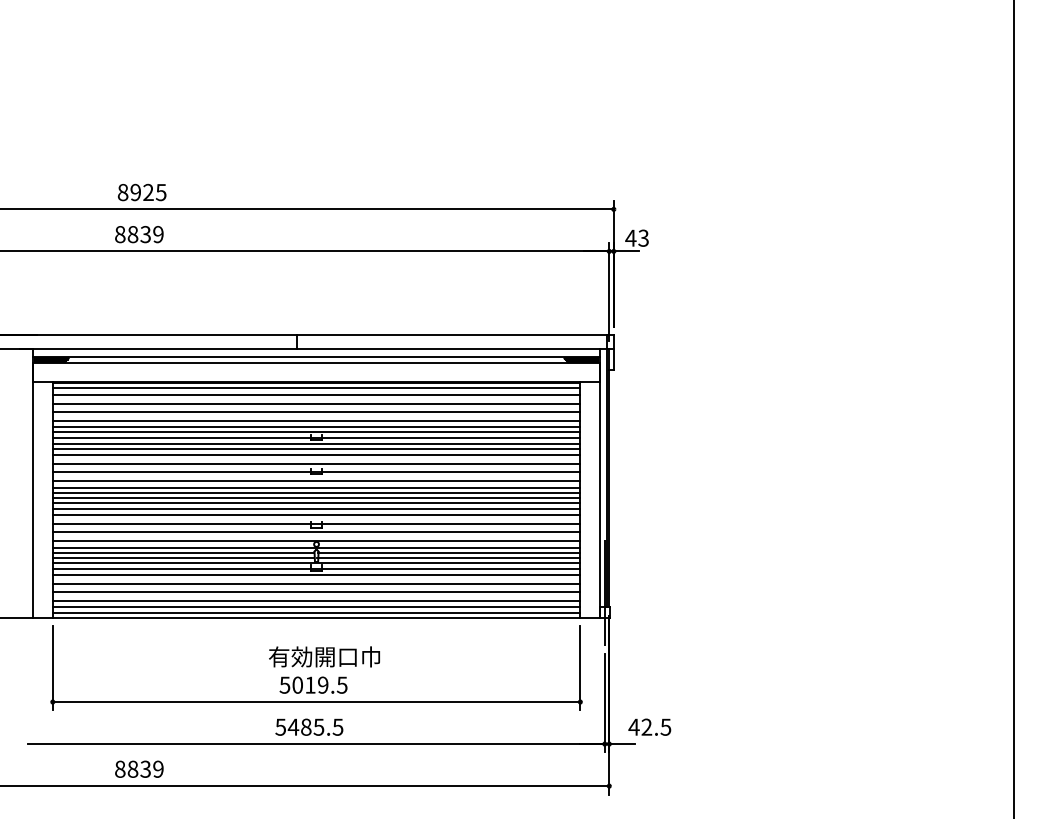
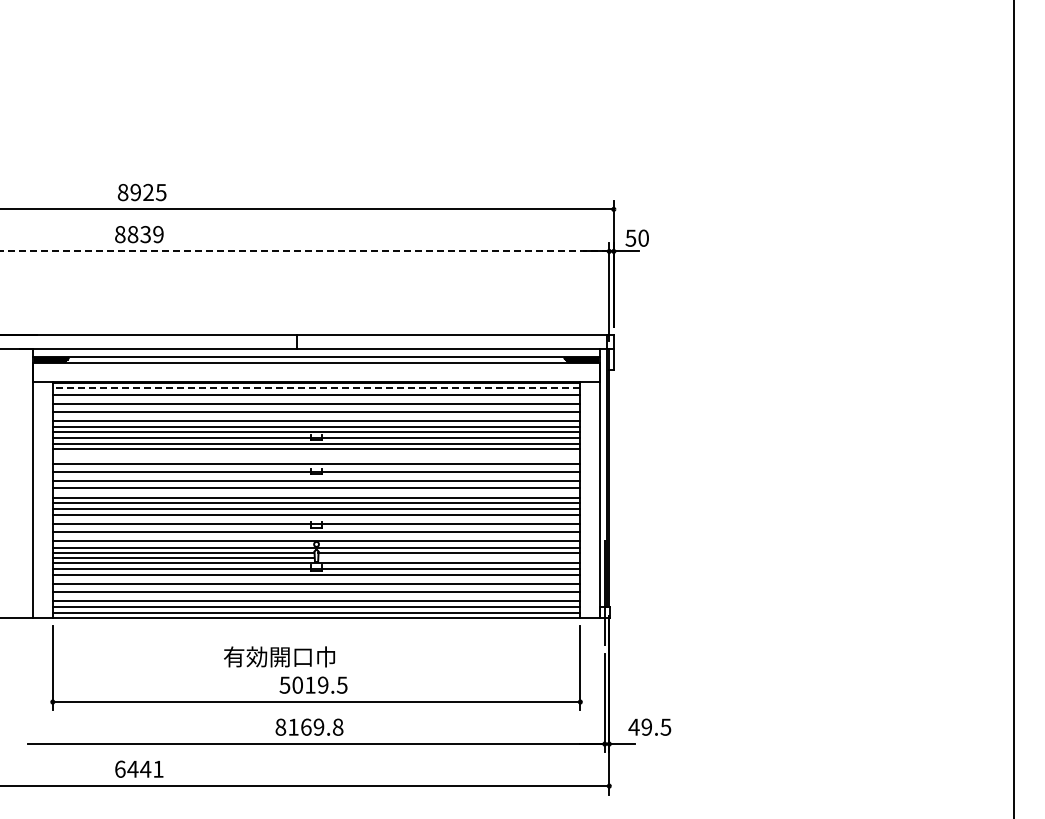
text at (636, 237): 43 -> 50
line at (304, 251): solid -> dashed
line at (316, 388): solid -> dashed
line at (316, 455): present -> none
line at (316, 492): present -> none
line at (448, 558): present -> none
text at (324, 656) position: (324, 656) -> (279, 656)
text at (309, 726): 5485.5 -> 8169.8
text at (646, 727): 42.5 -> 49.5
text at (139, 768): 8839 -> 6441
